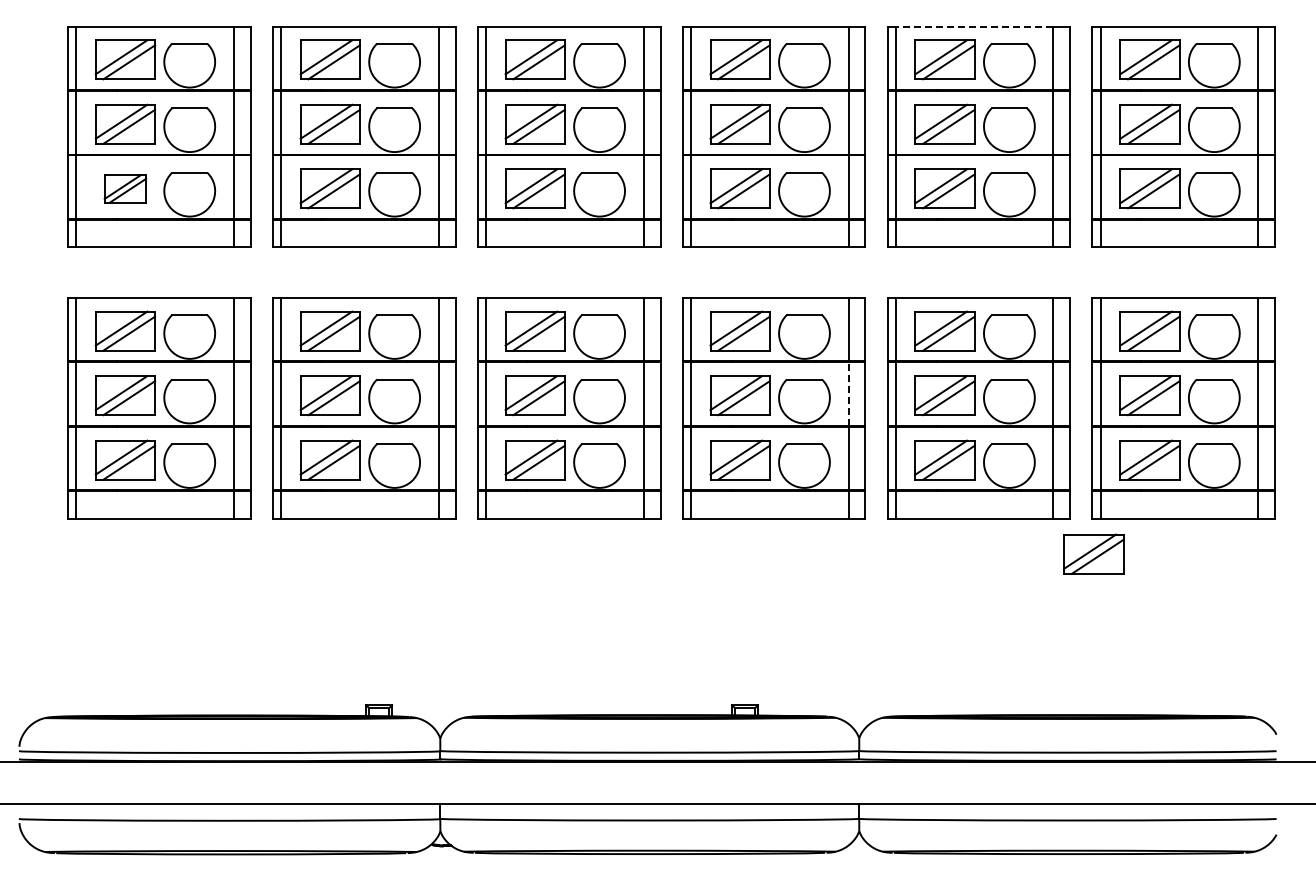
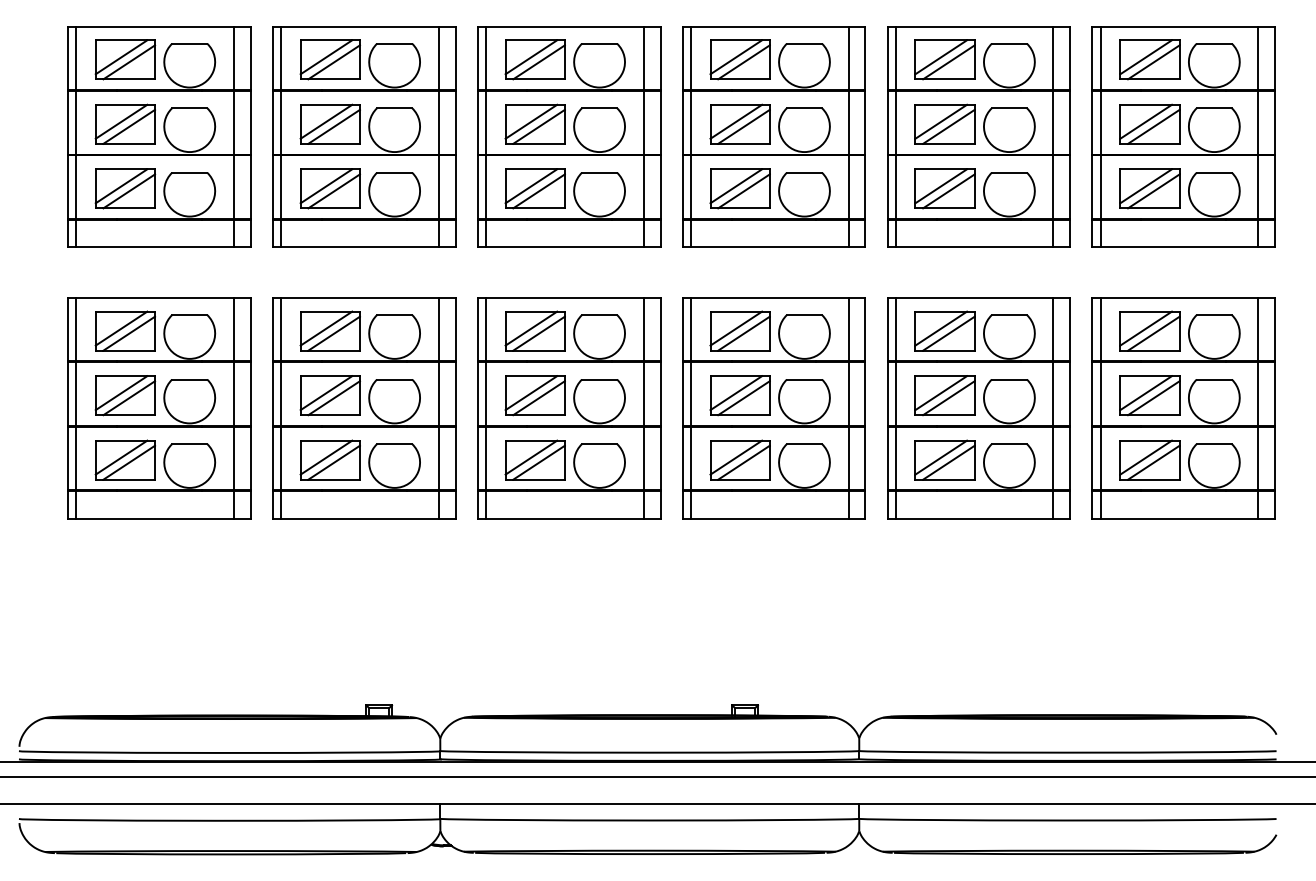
line at (974, 26): dashed -> solid
part at (125, 188) size: 45x30 px -> 63x42 px
line at (848, 394): dashed -> solid
part at (1093, 553): present -> none
line at (657, 776): none -> present
